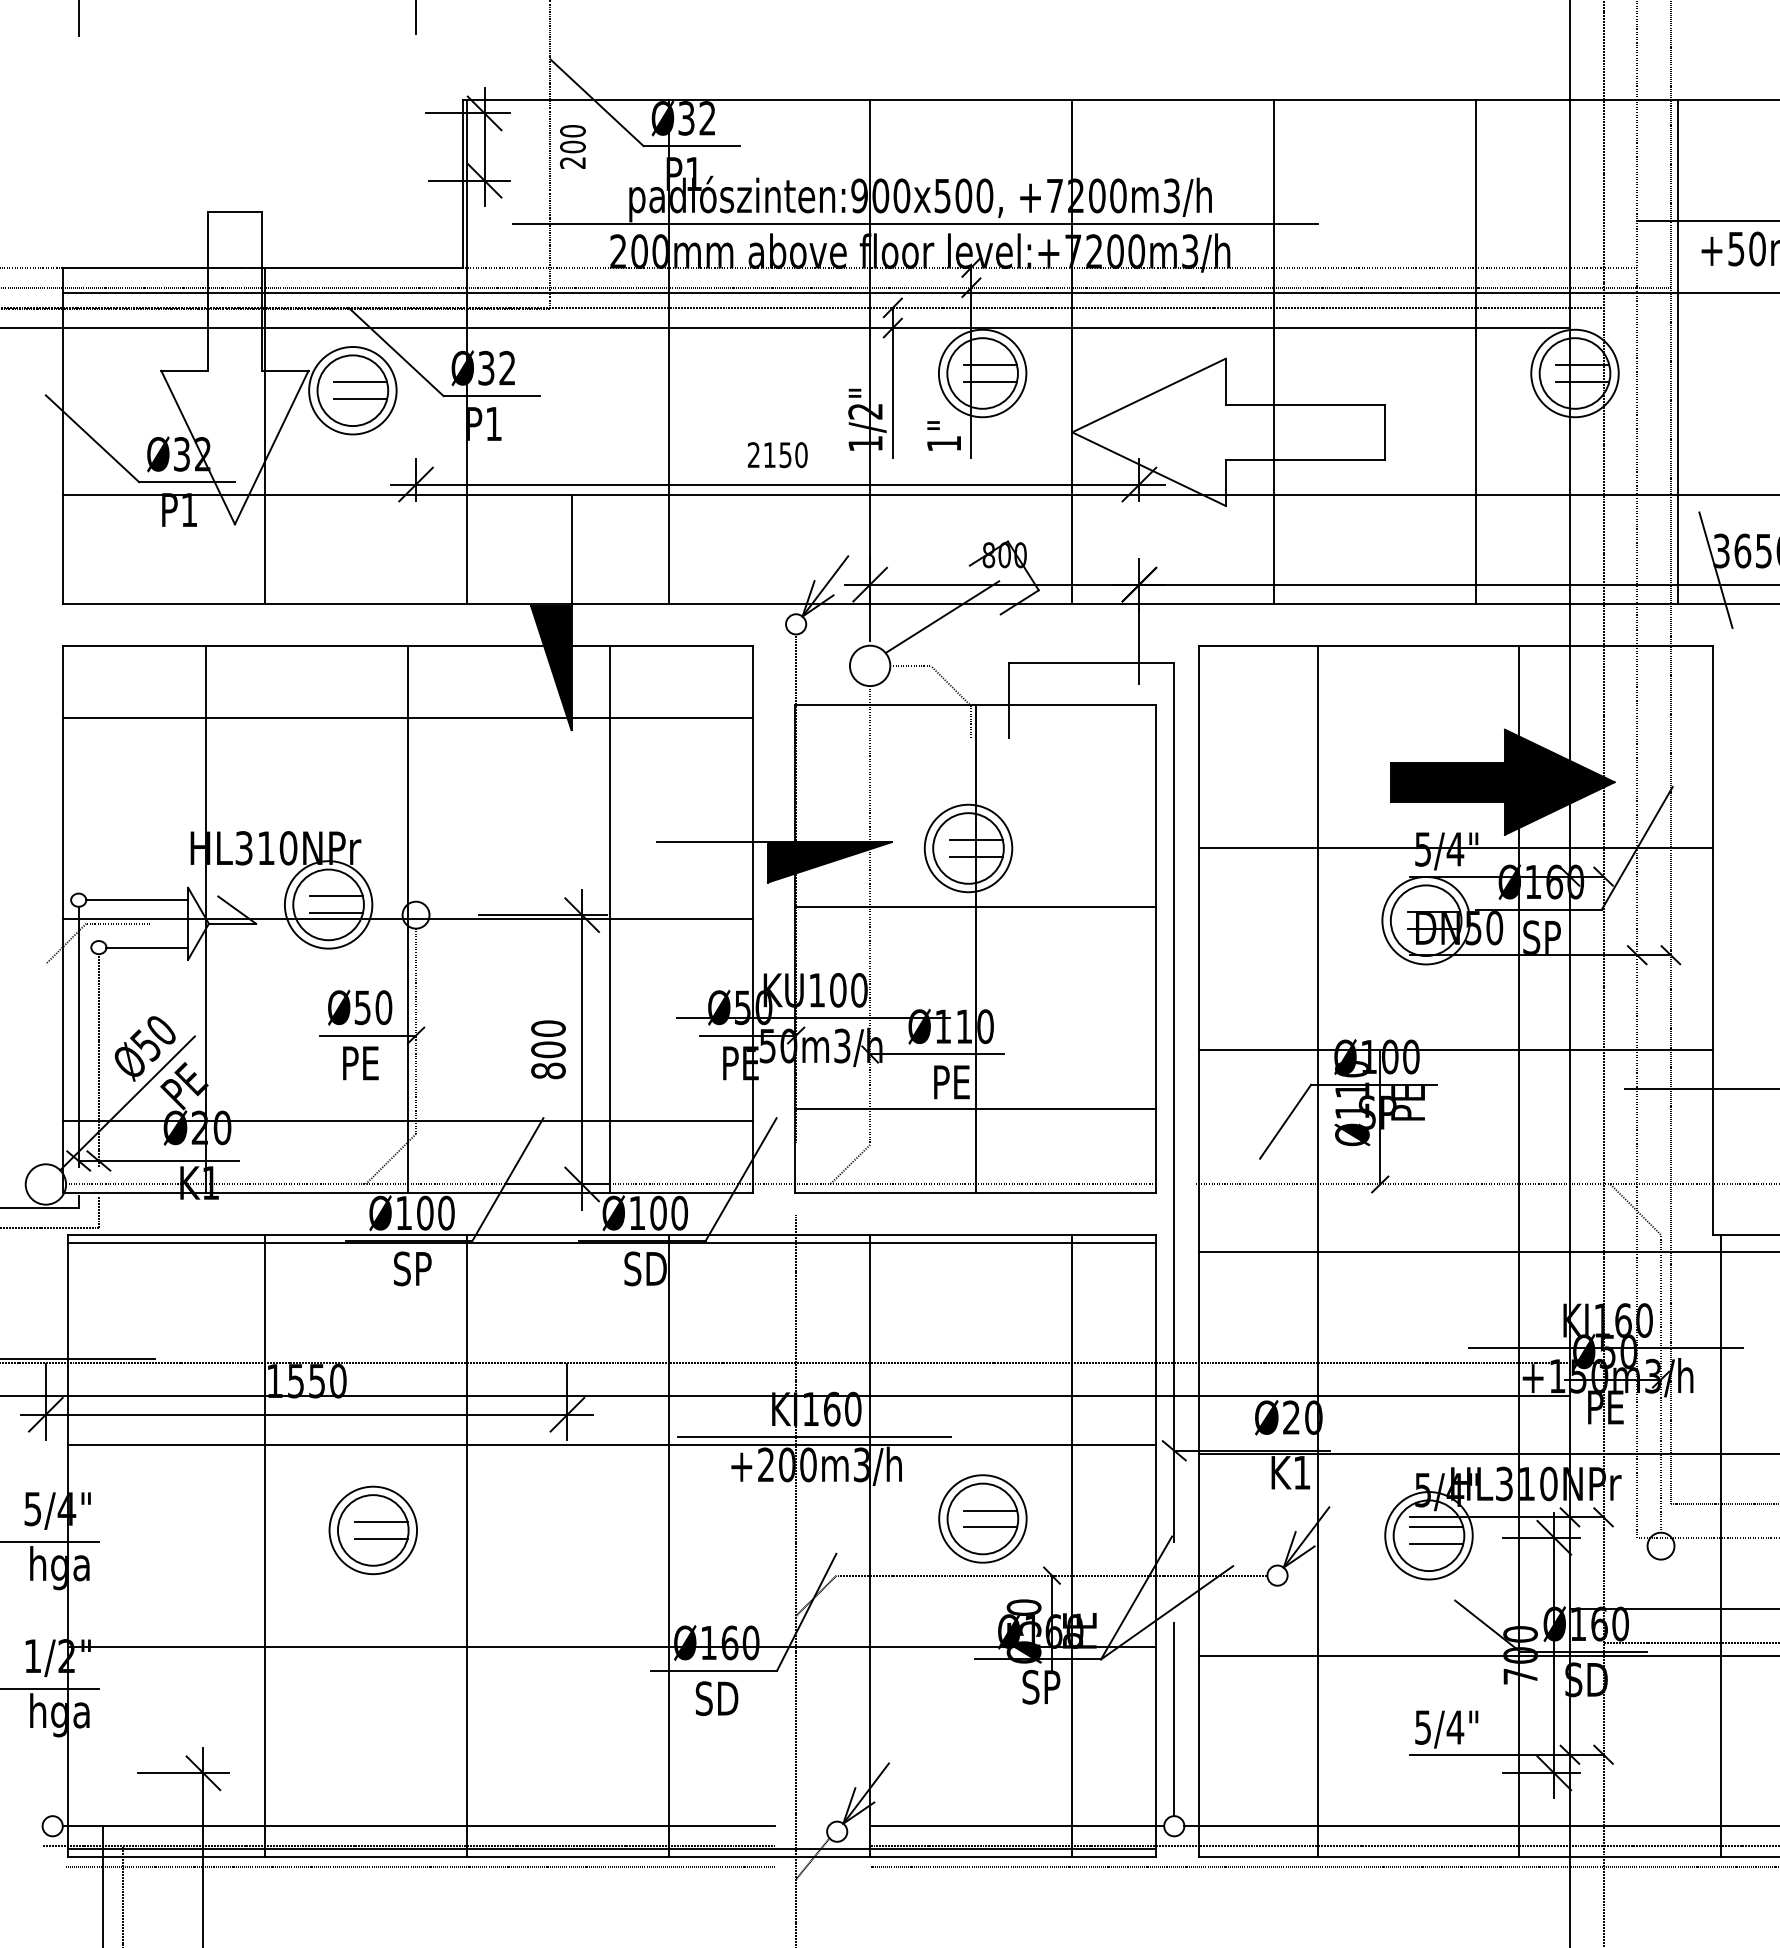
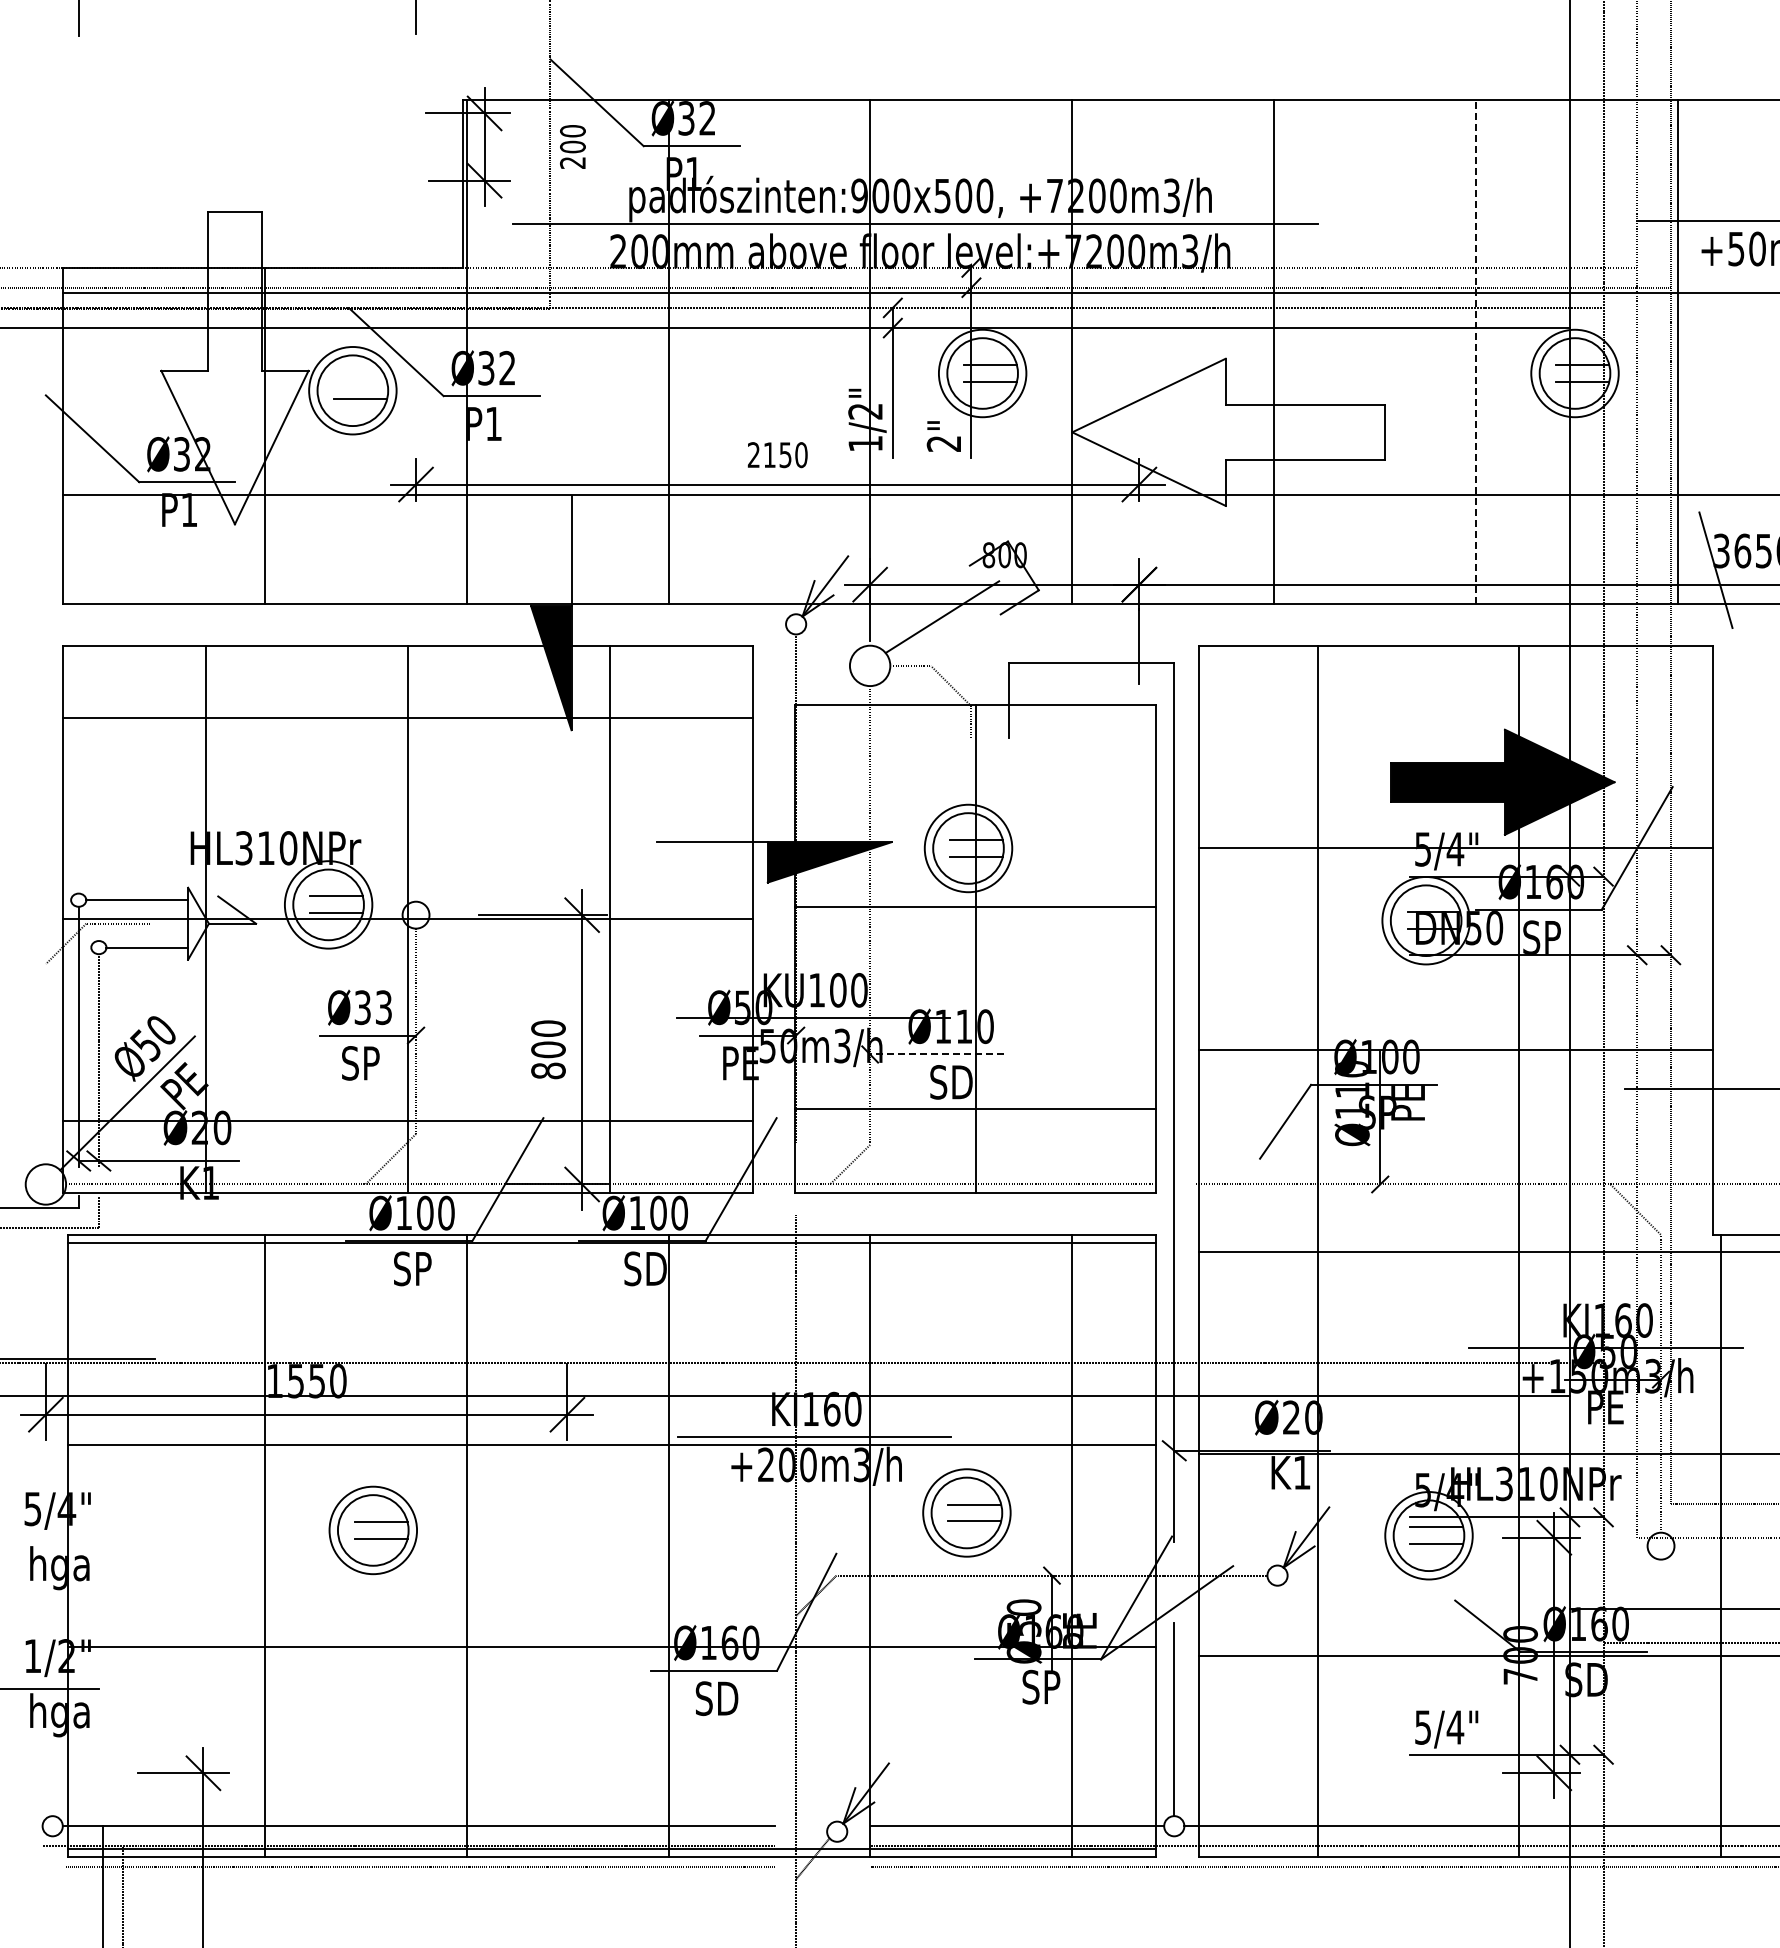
line at (1476, 351): solid -> dashed
line at (360, 382): present -> none
text at (943, 443): 1" -> 2"
text at (373, 1007): Ø50 -> Ø33
line at (937, 1054): solid -> dashed
text at (360, 1063): PE -> SP
text at (951, 1082): PE -> SD
part at (982, 1518) position: (982, 1518) -> (966, 1512)
line at (50, 1542): present -> none
